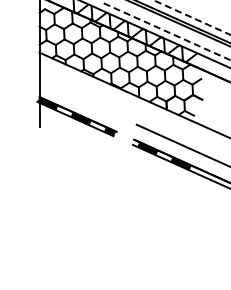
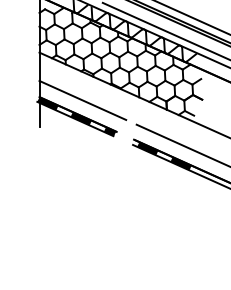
line at (192, 17): dashed -> solid
line at (166, 31): dashed -> solid
line at (82, 99): none -> present
